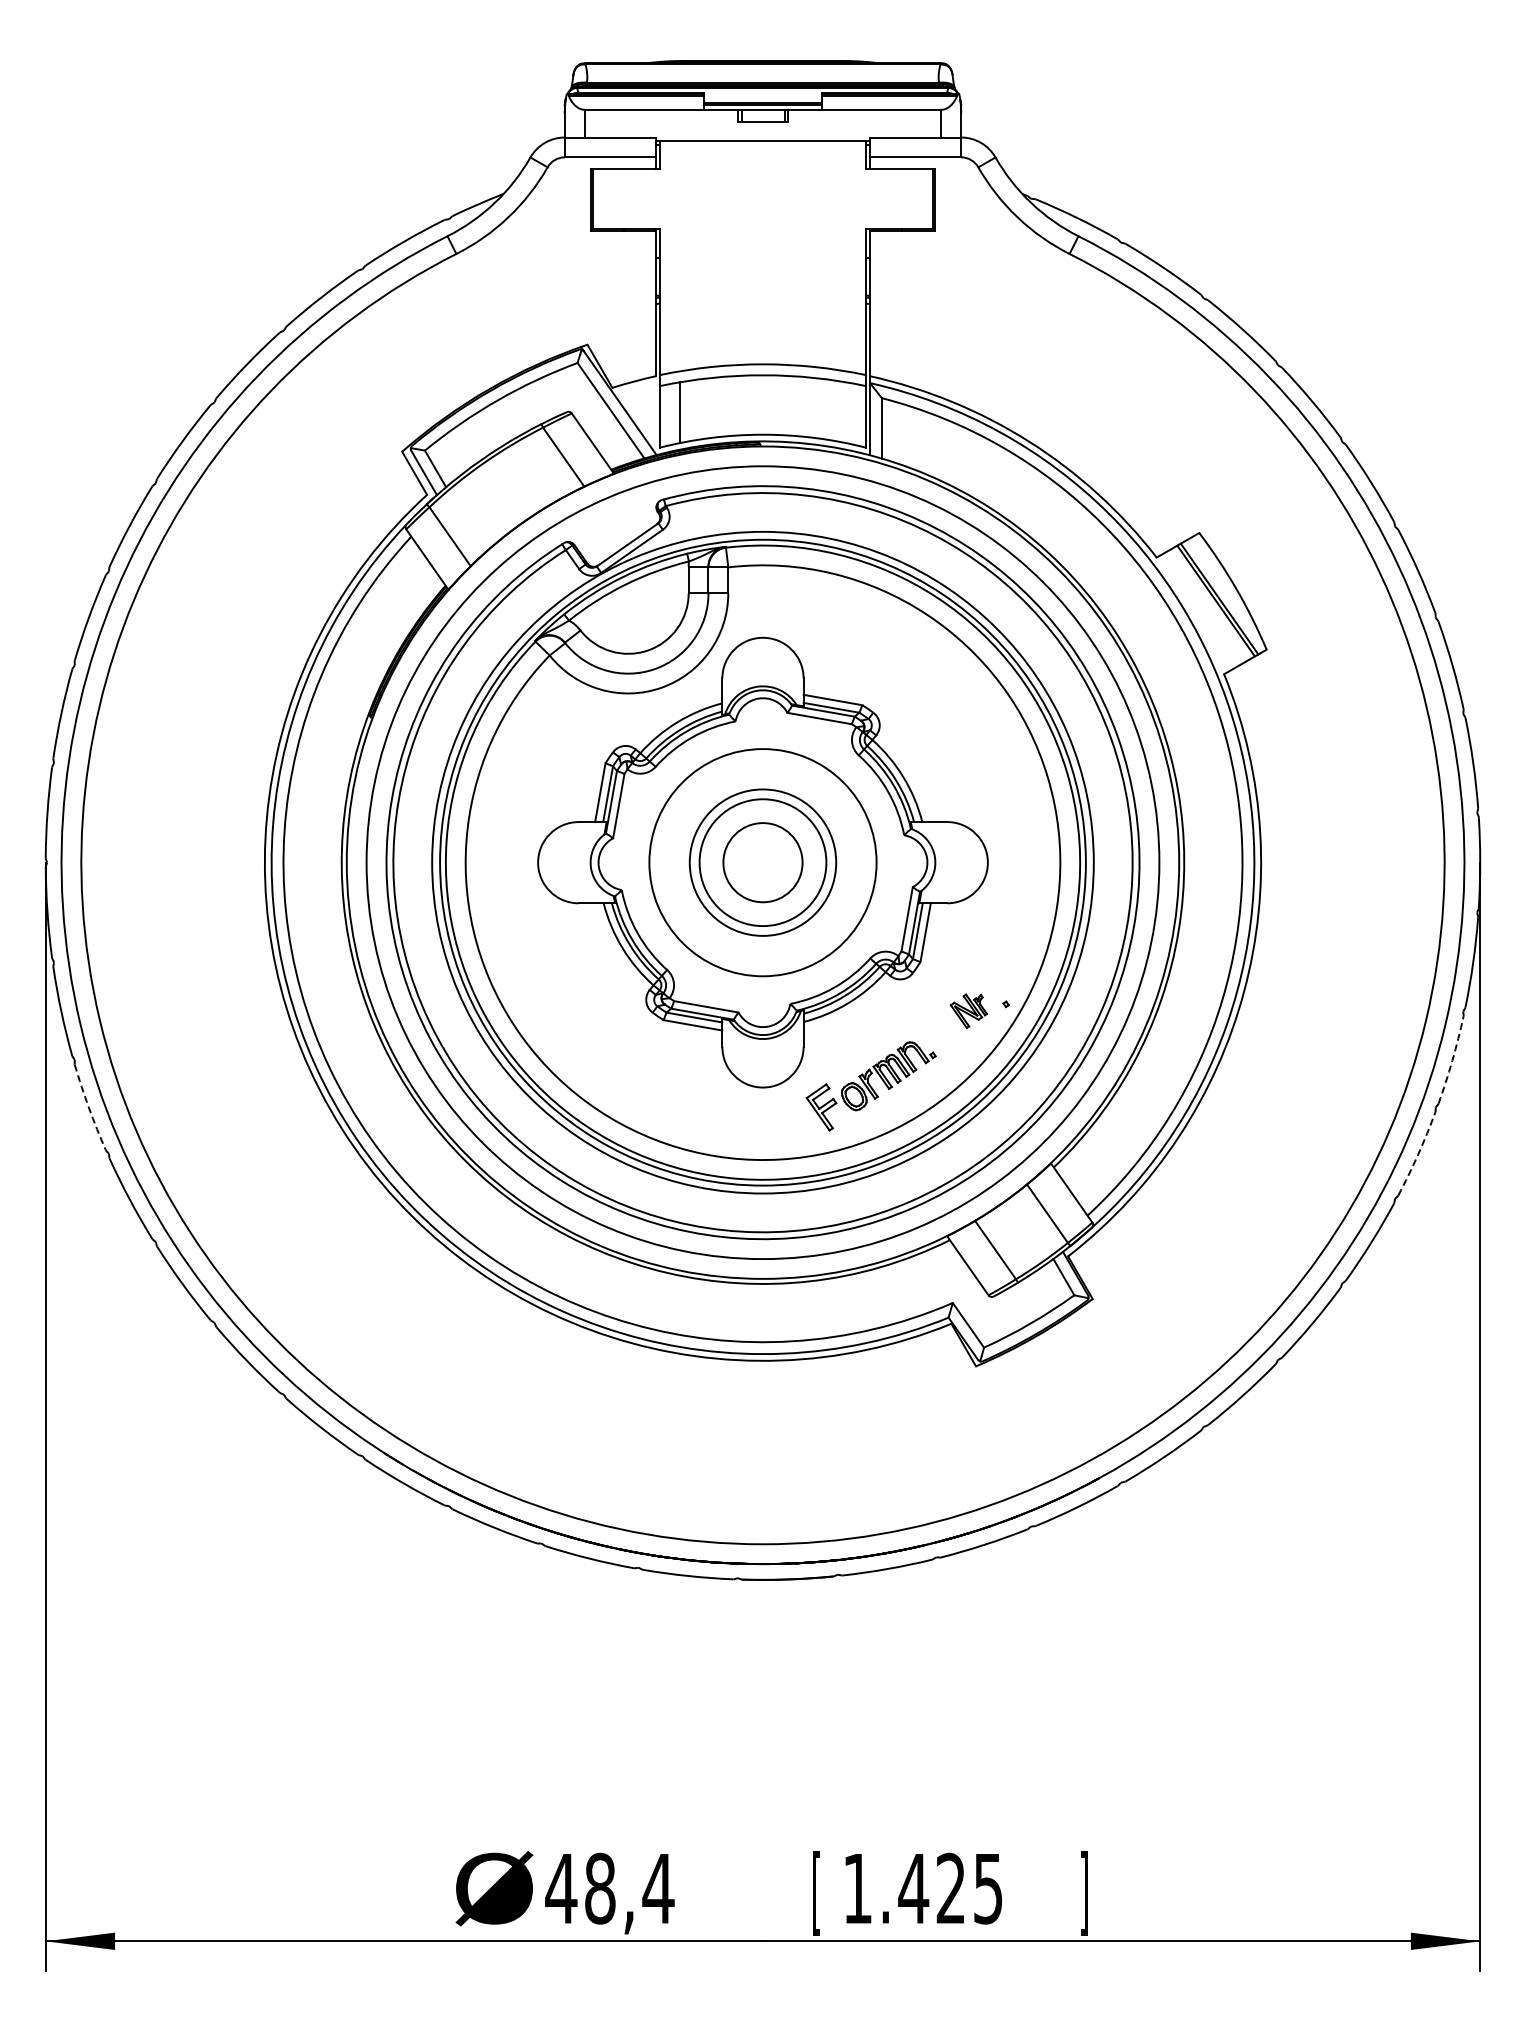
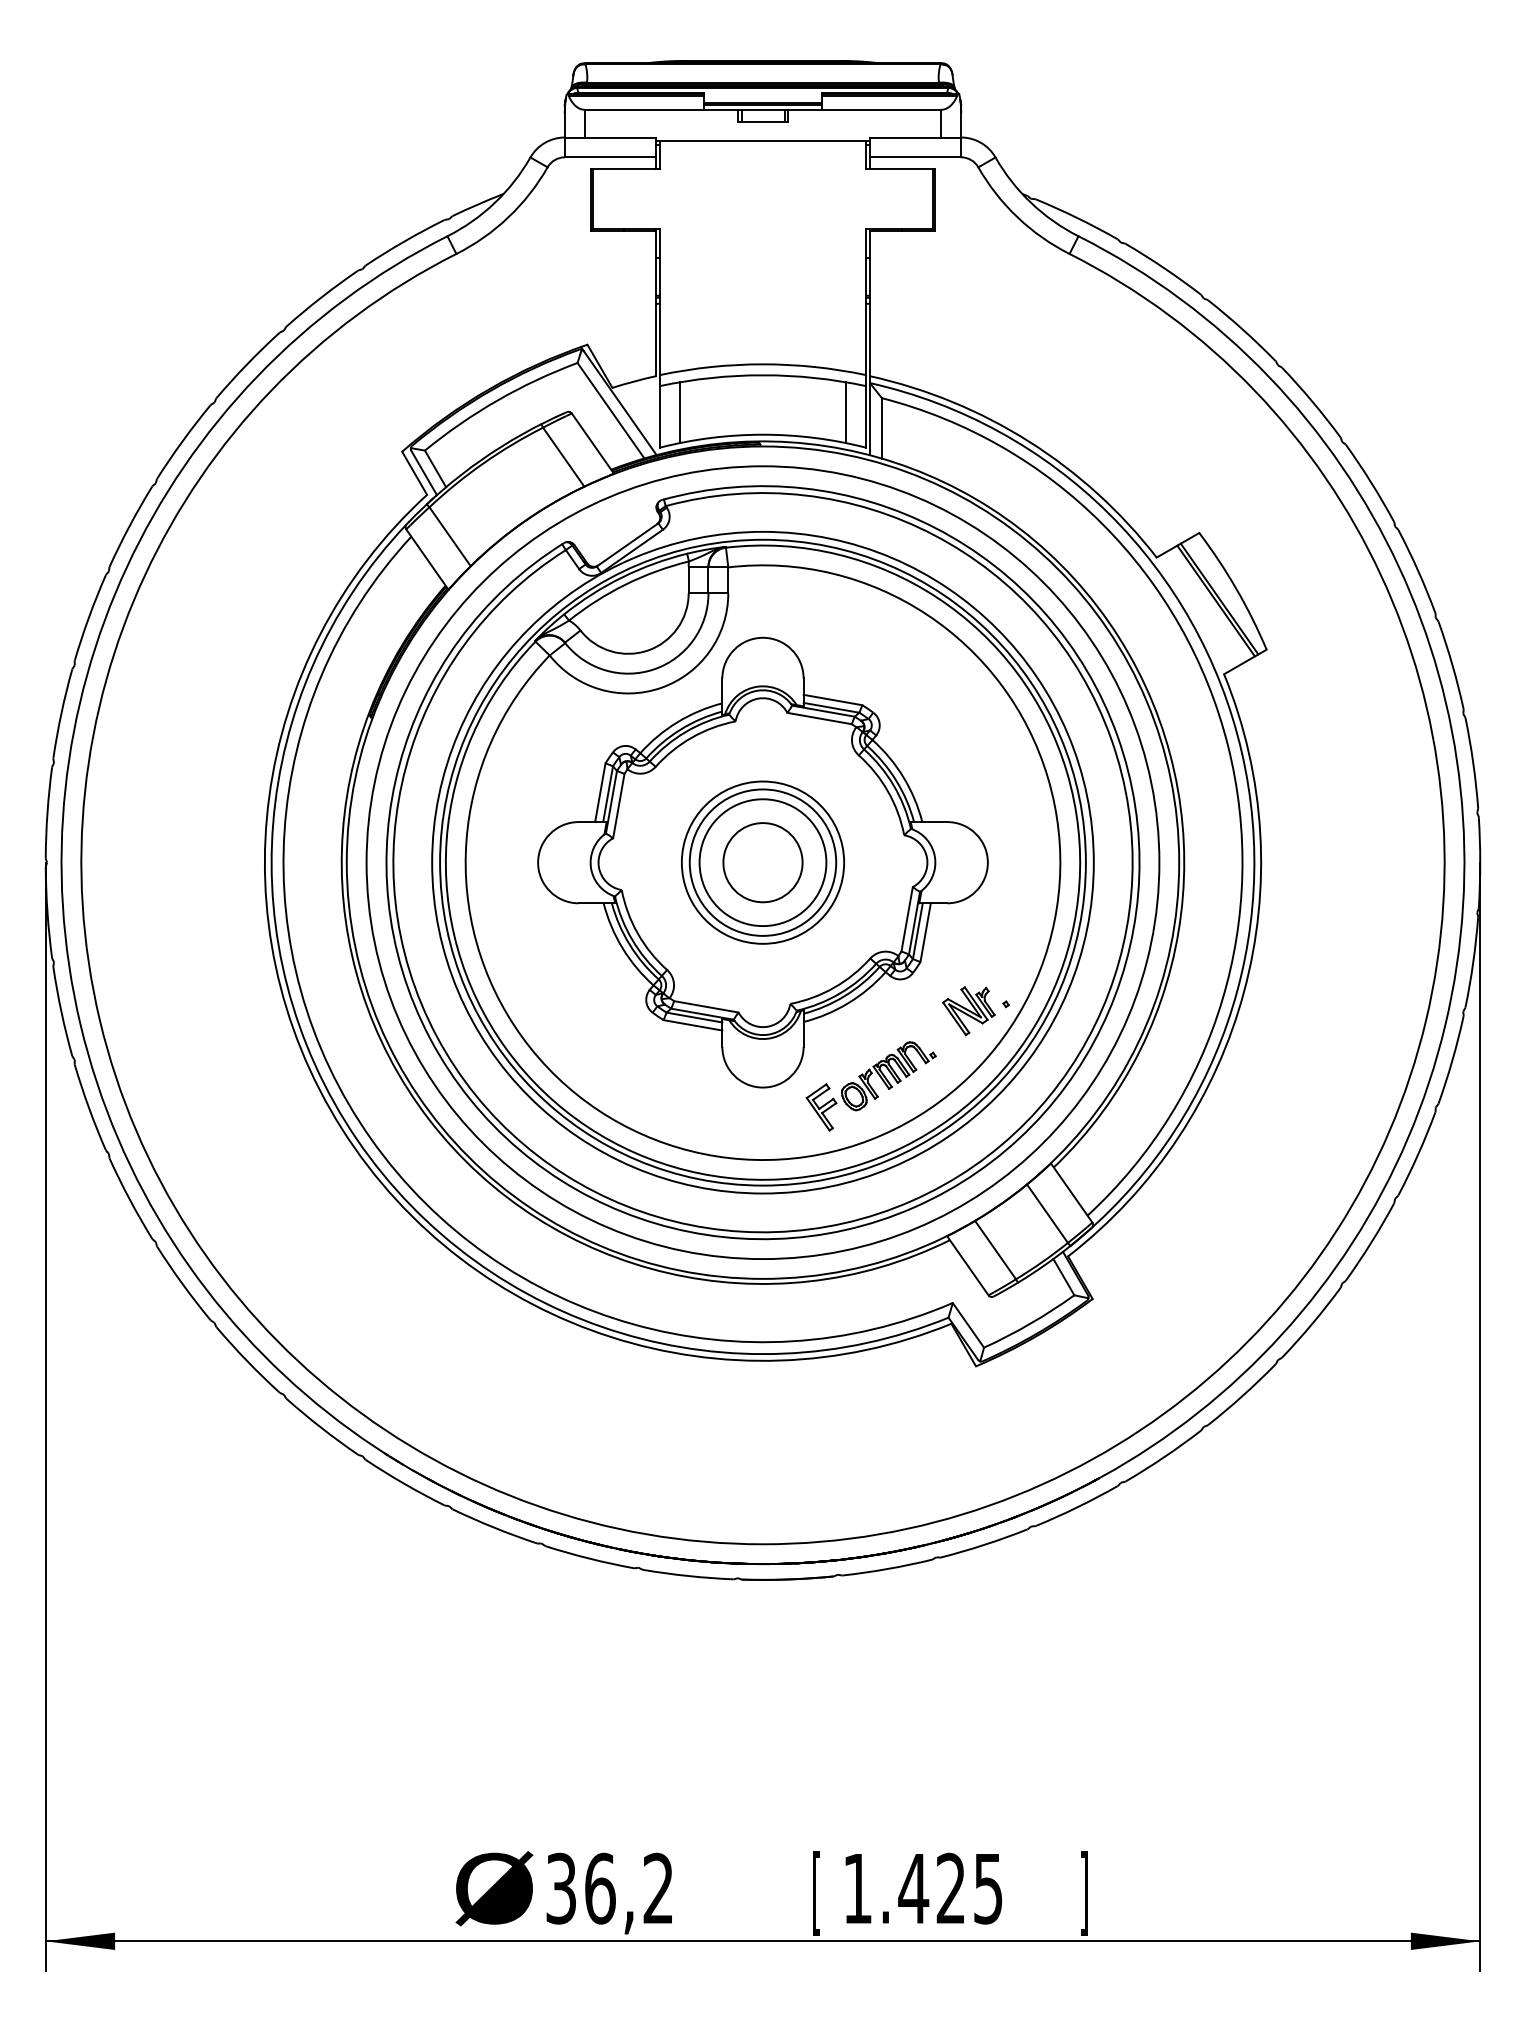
line at (846, 412): none -> present
circle at (762, 862) diameter: 227 px -> 162 px
part at (968, 1011) size: 39x37 px -> 54x51 px
arc at (1452, 1060): dashed -> solid
arc at (89, 1108): dashed -> solid
arc at (1418, 1154): dashed -> solid
text at (609, 1888): 48,4 -> 36,2
